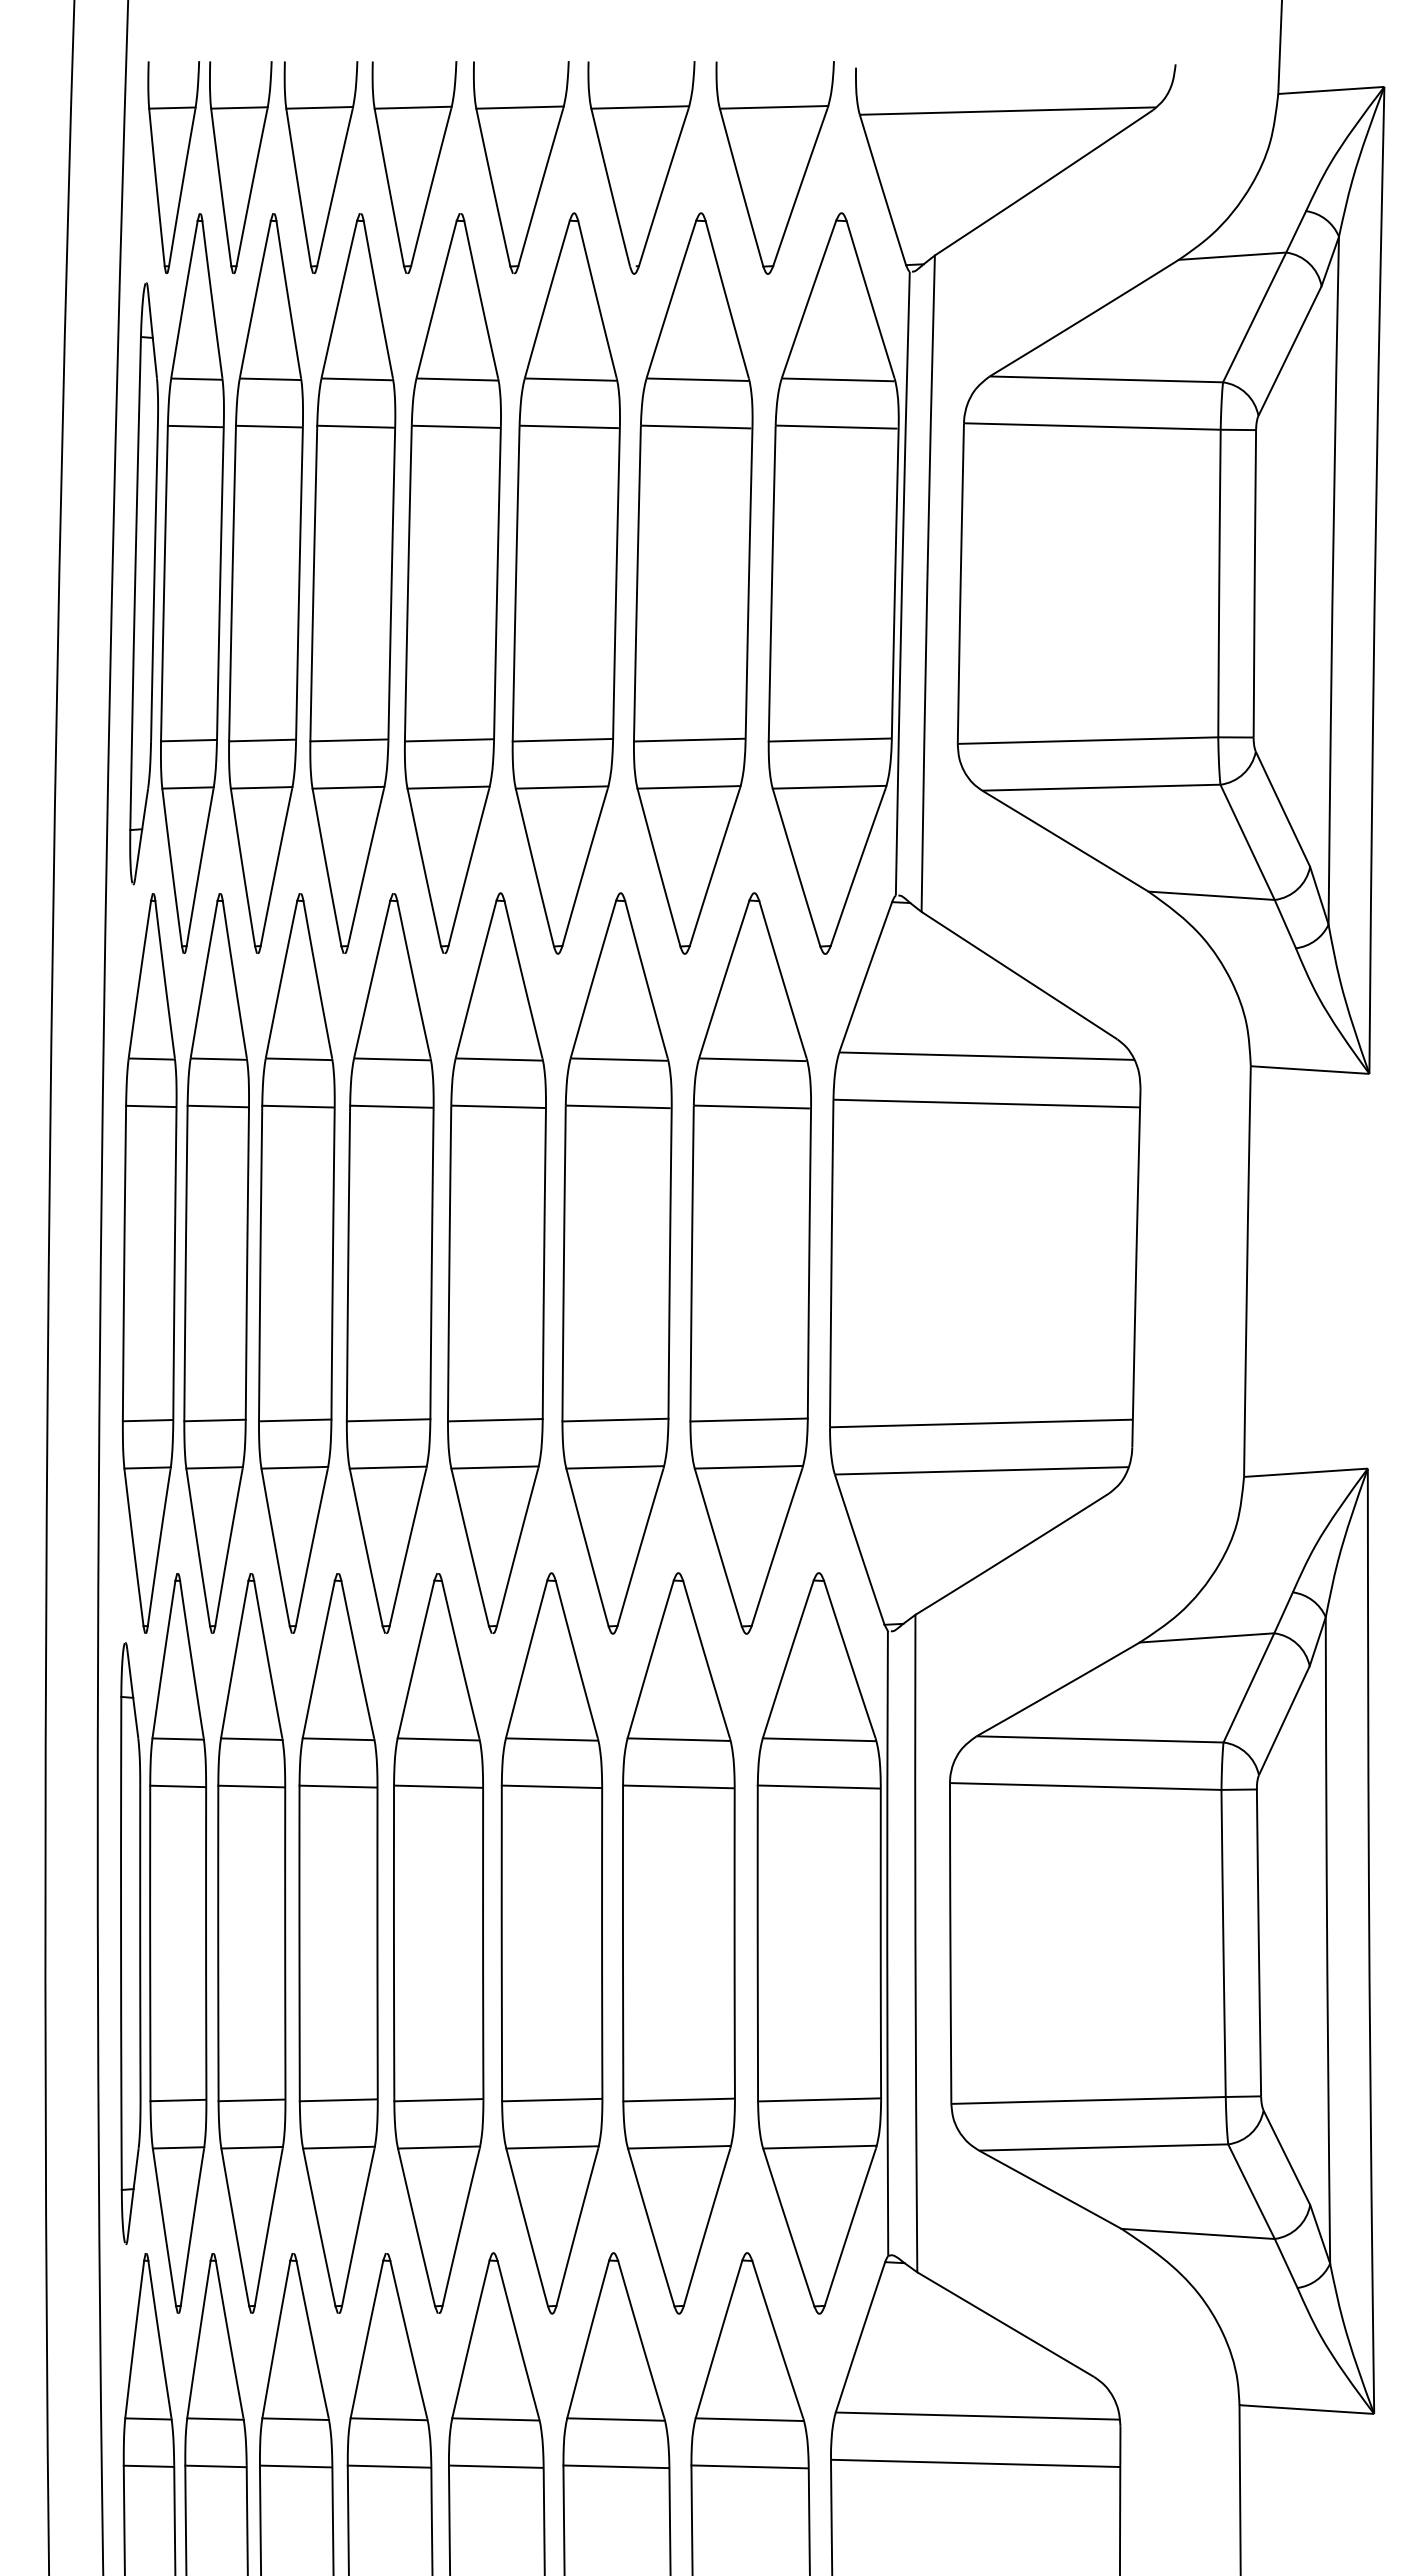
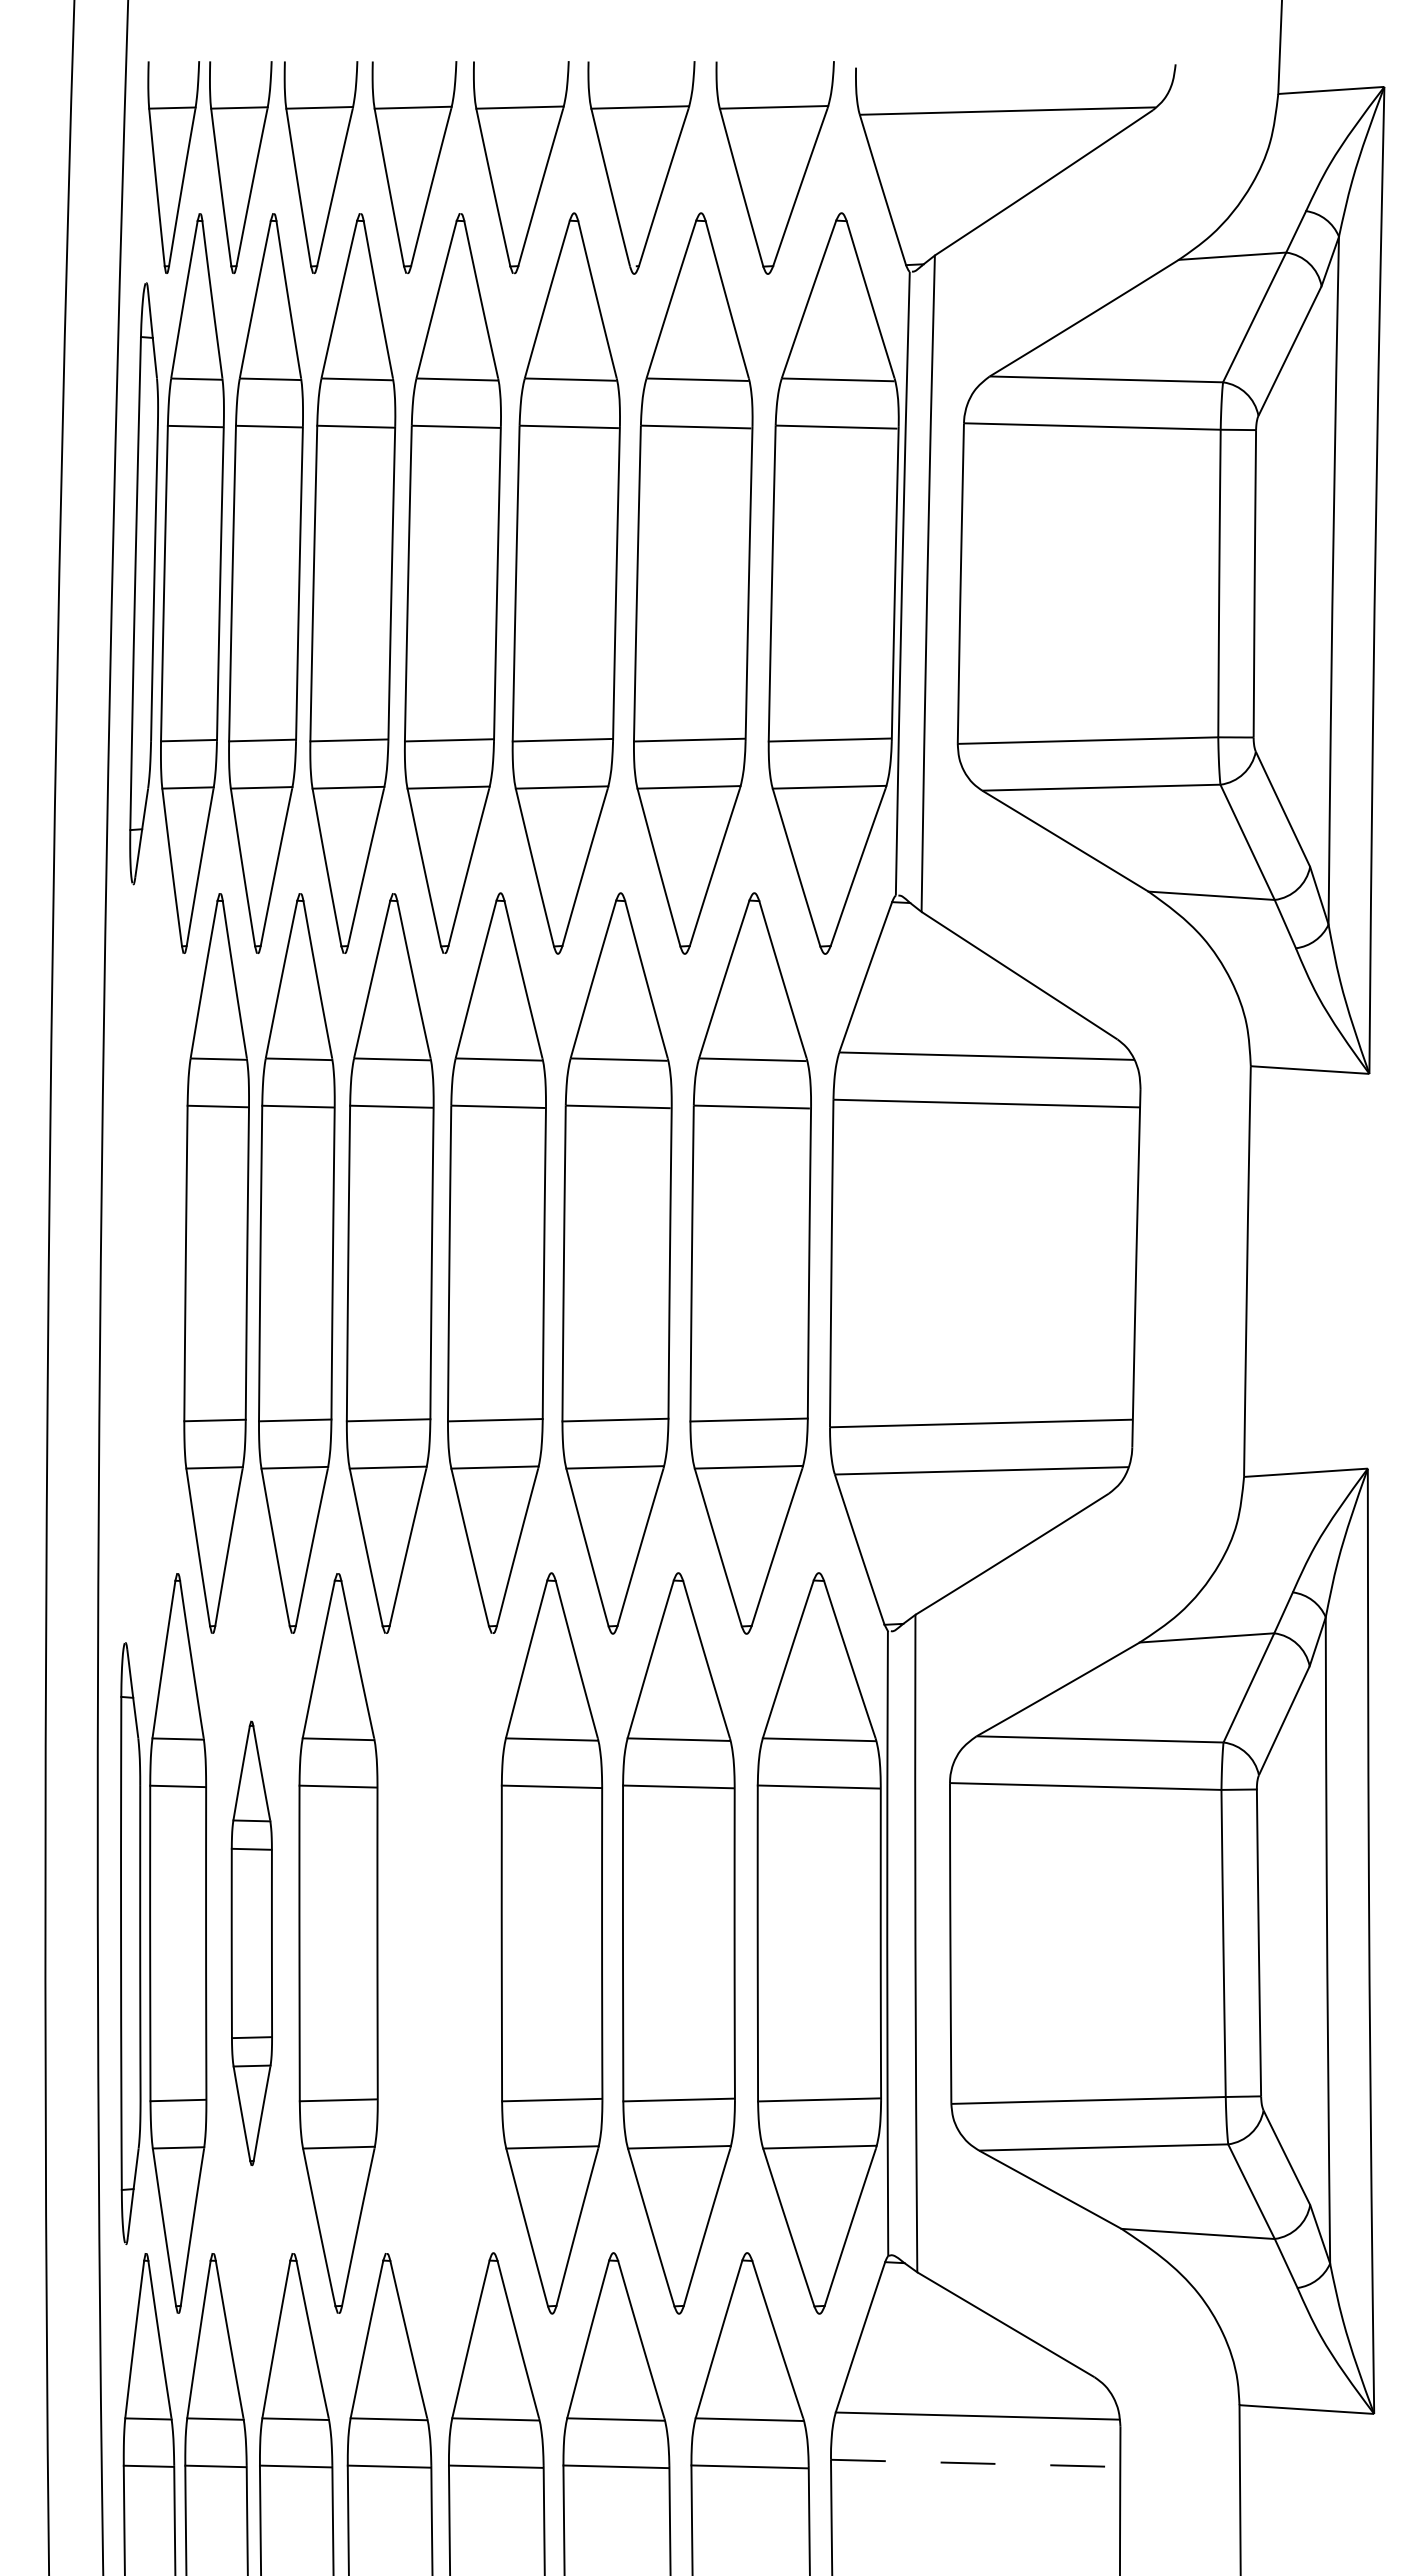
part at (149, 1263): present -> none
part at (251, 1943) size: 70x741 px -> 43x447 px
part at (438, 1943): present -> none
line at (976, 2463): solid -> dashed
